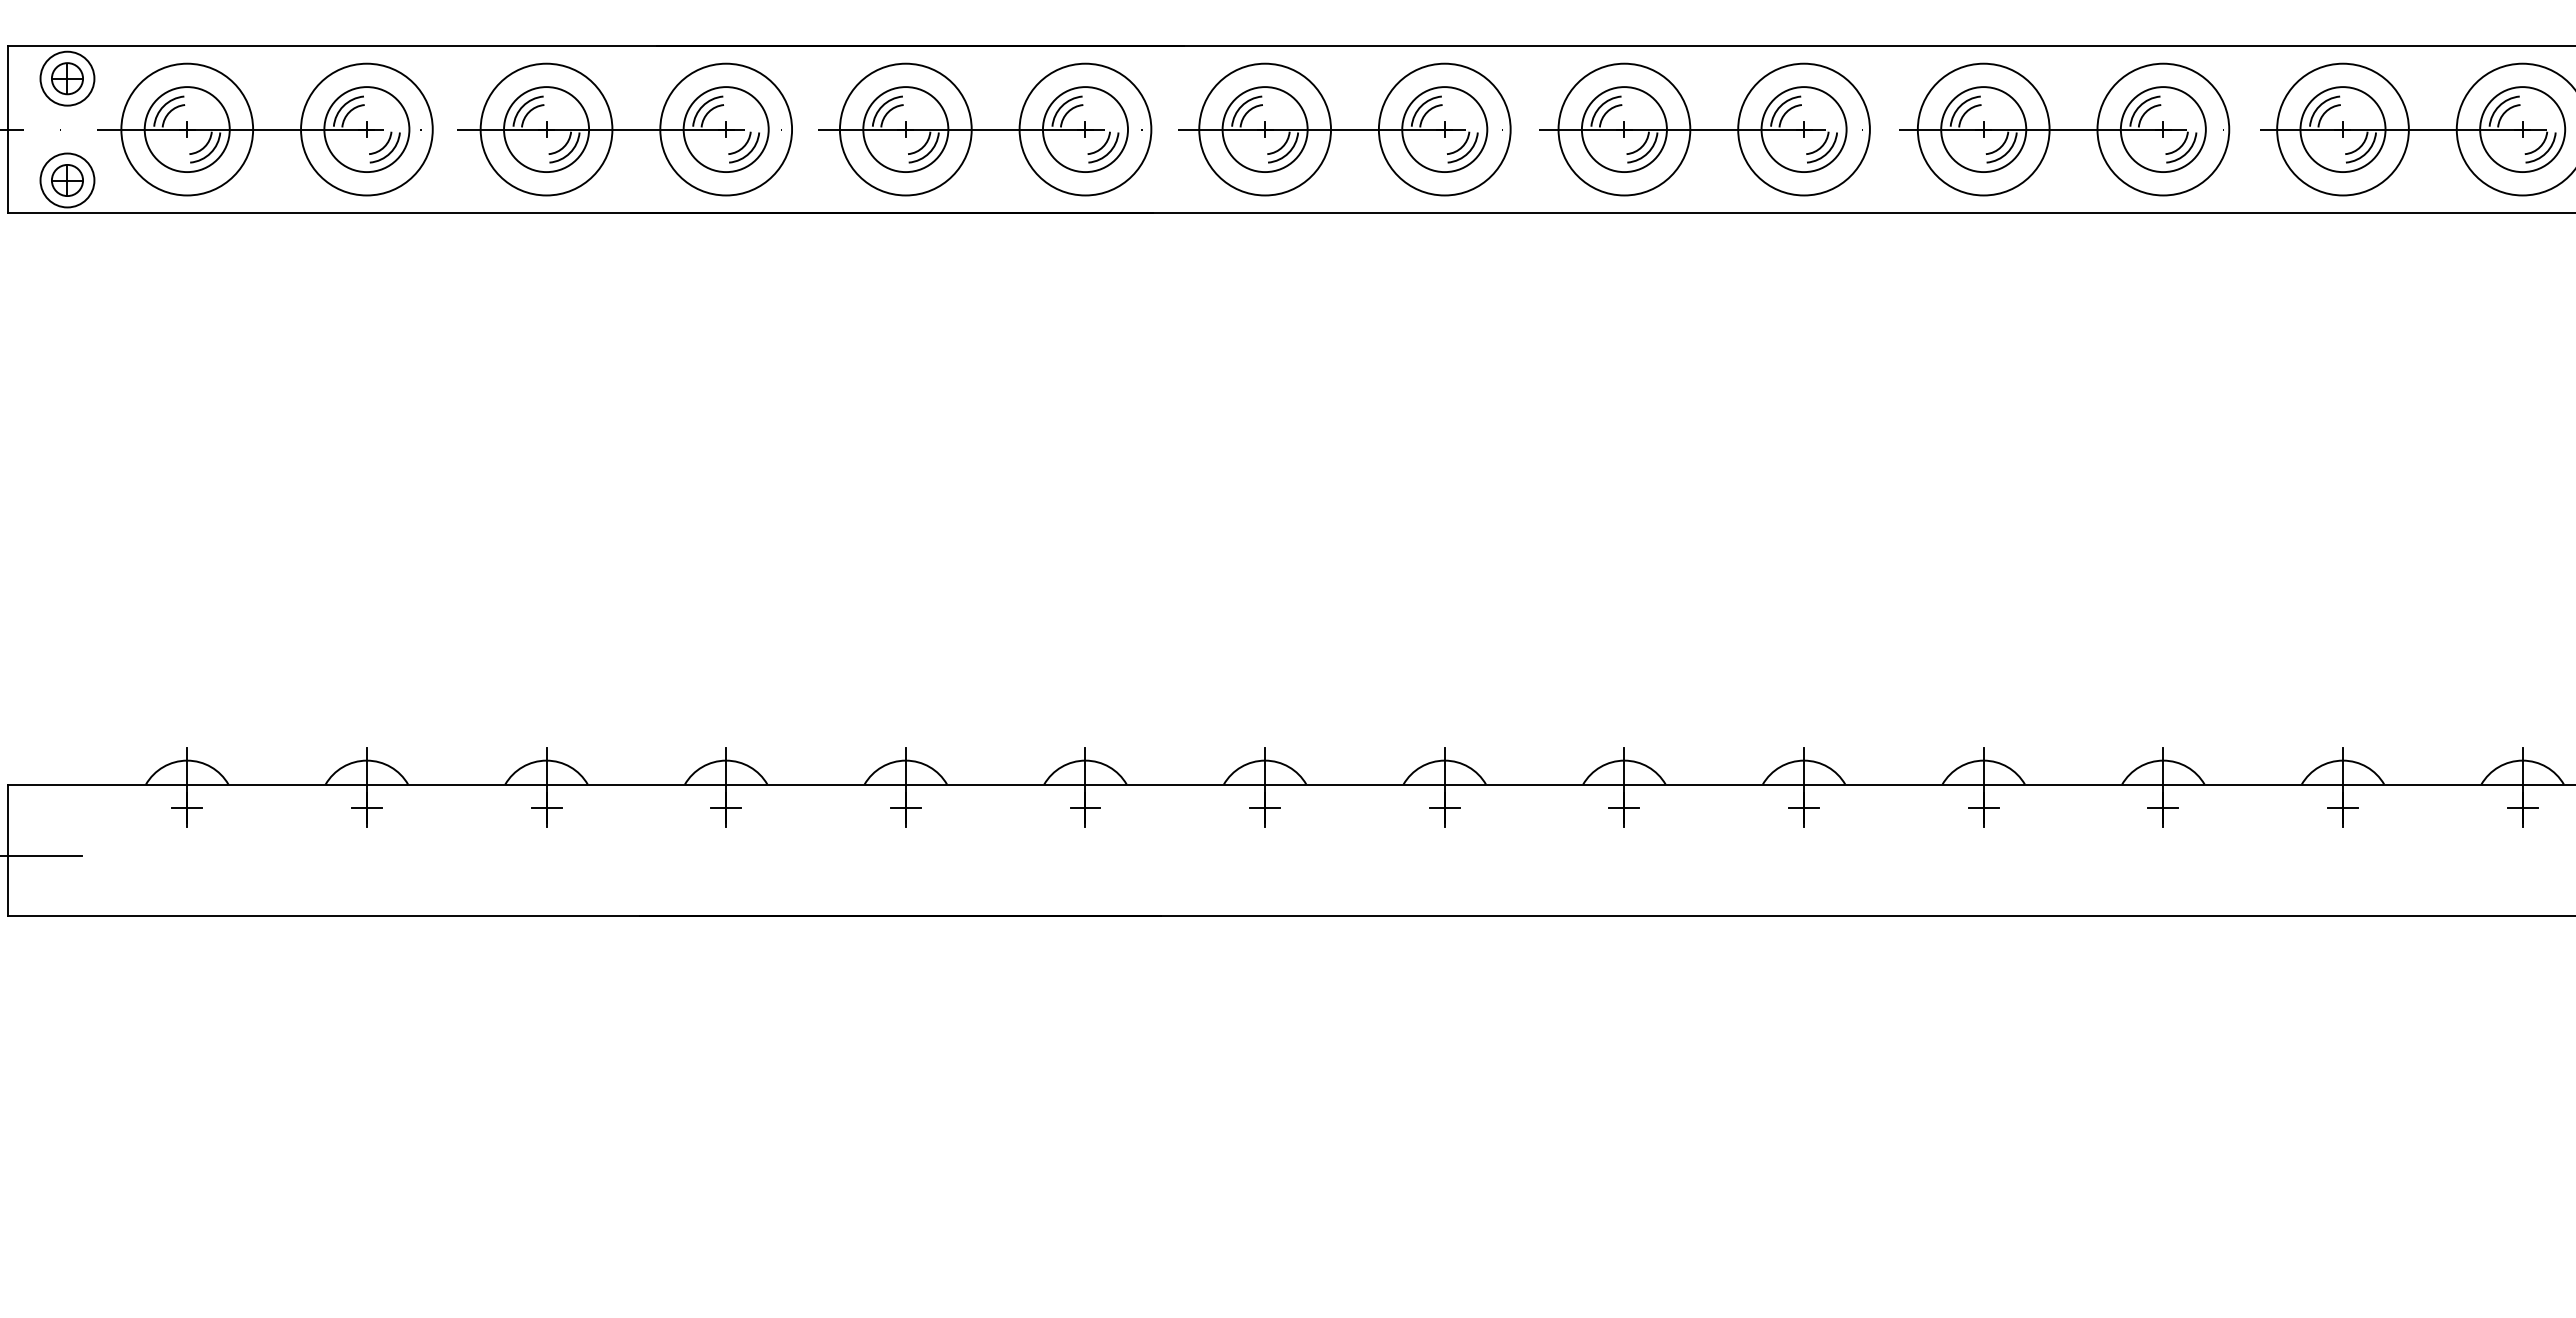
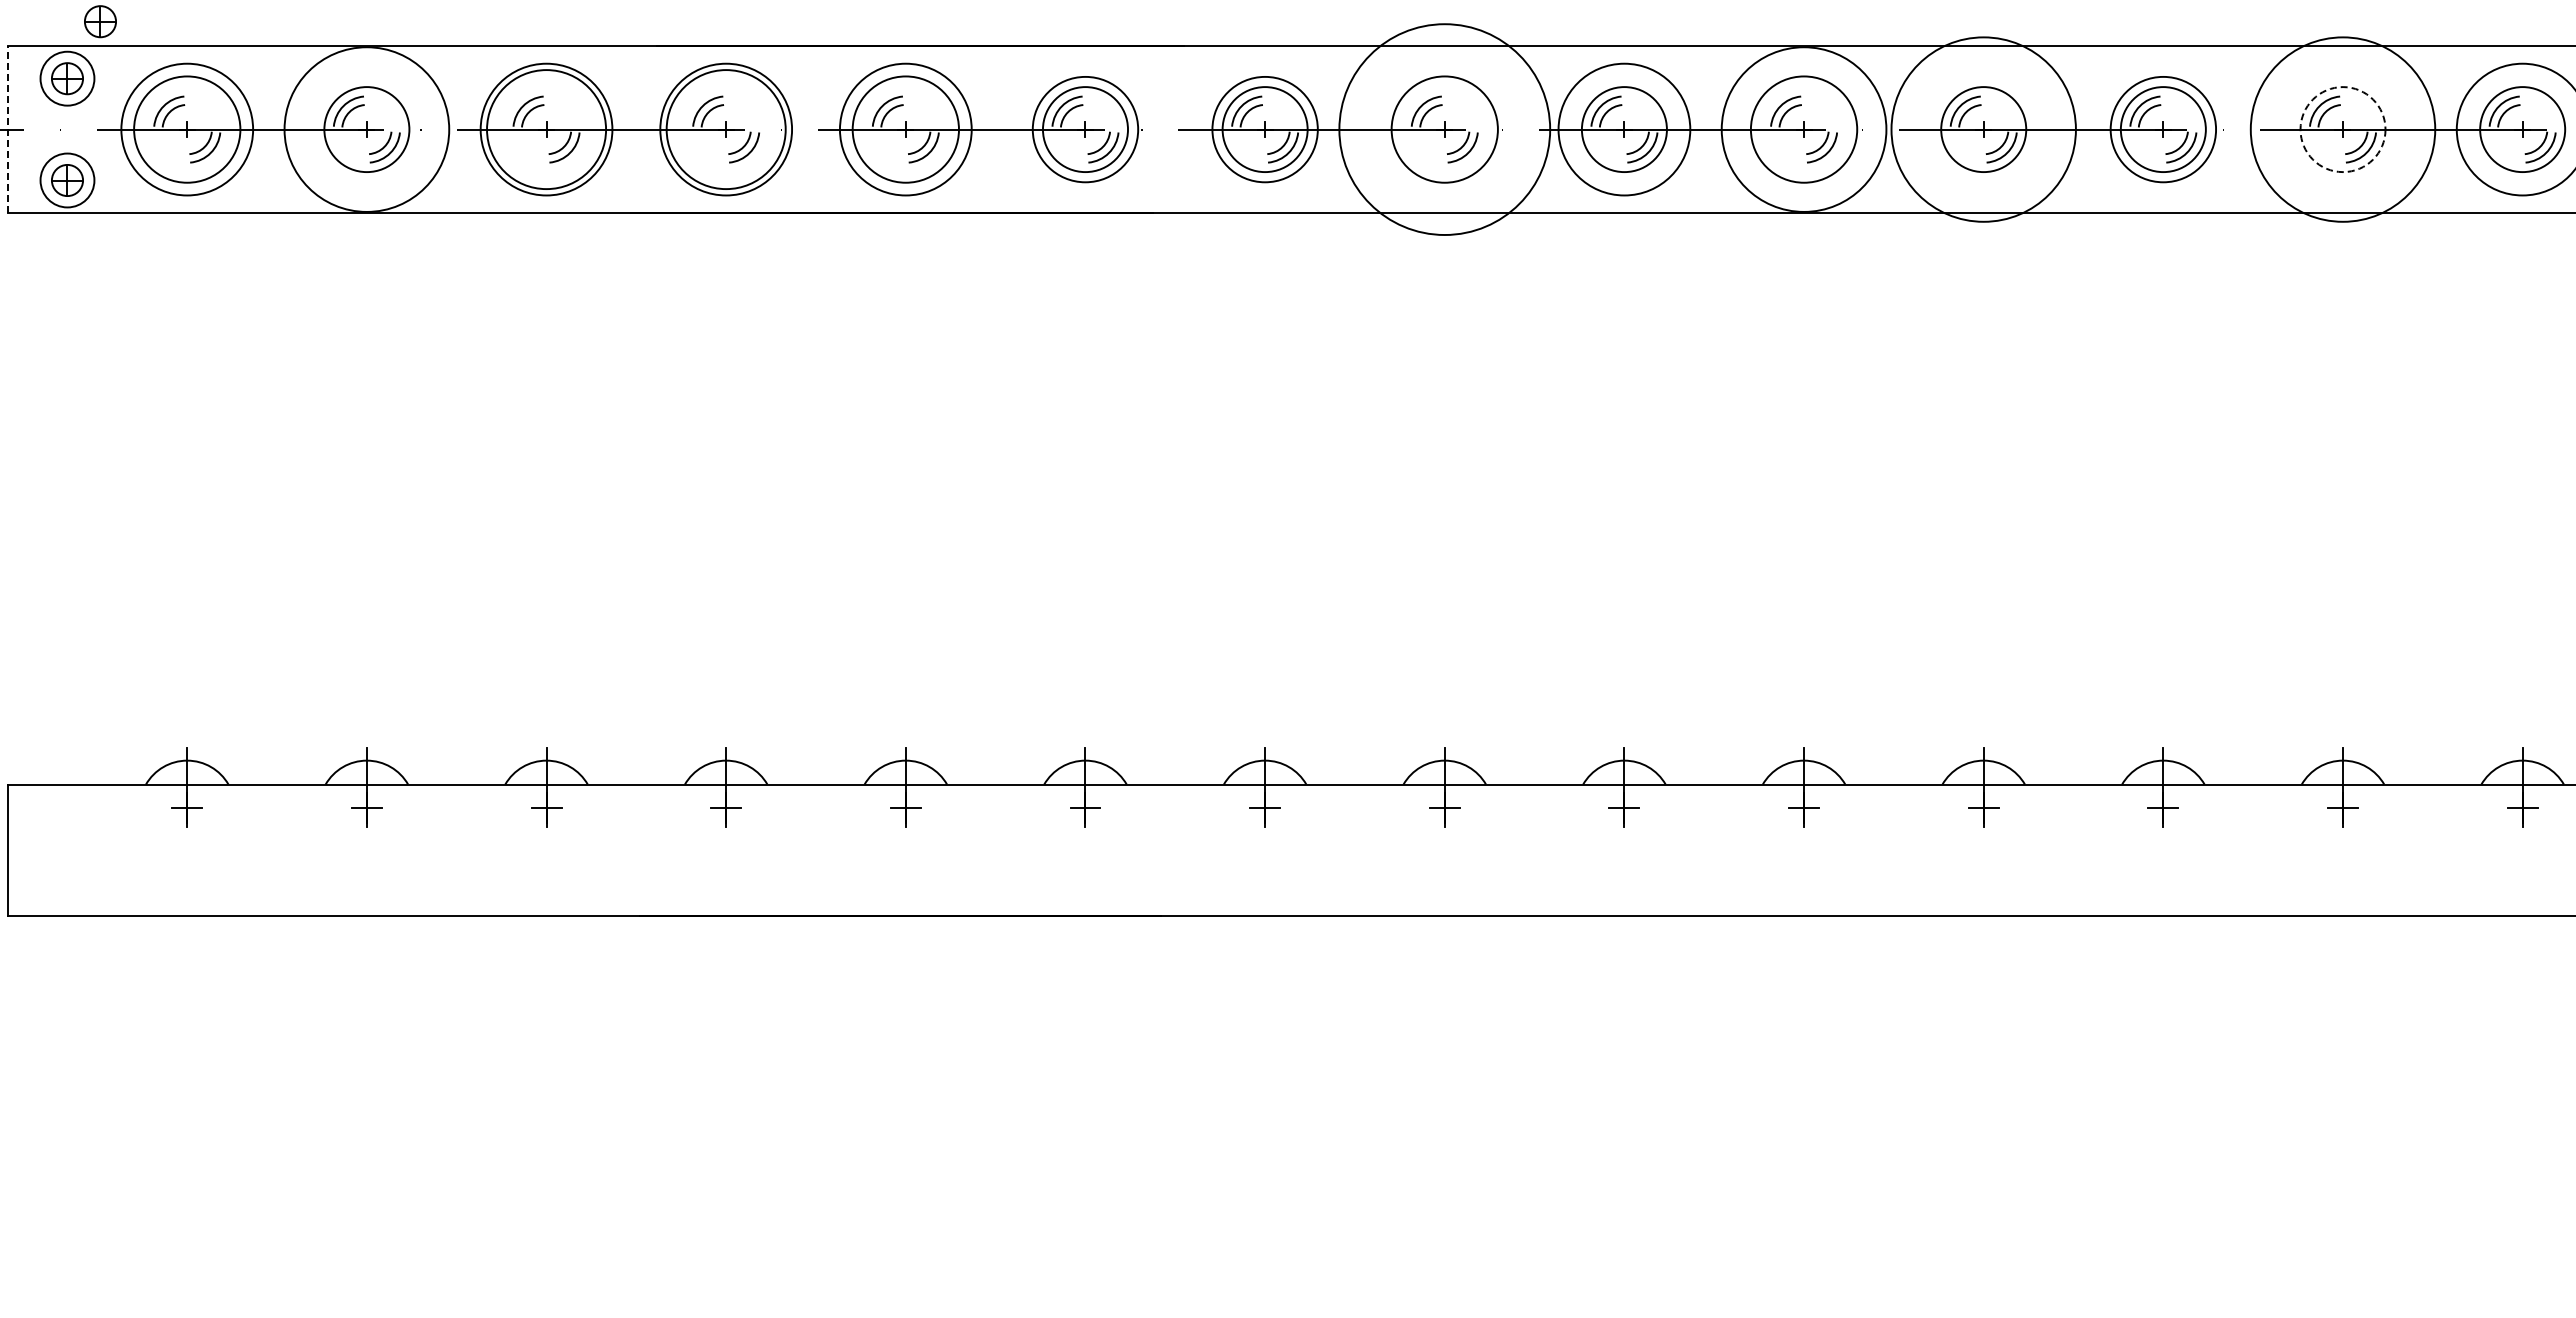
part at (100, 21): none -> present
line at (7, 129): solid -> dashed
circle at (186, 129) diameter: 85 px -> 106 px
circle at (366, 129) diameter: 132 px -> 165 px
circle at (546, 129) diameter: 85 px -> 119 px
circle at (725, 129) diameter: 85 px -> 119 px
circle at (905, 129) diameter: 85 px -> 106 px
circle at (1085, 129) diameter: 132 px -> 105 px
circle at (1265, 129) diameter: 132 px -> 105 px
circle at (1444, 129) diameter: 132 px -> 211 px
circle at (1444, 129) diameter: 85 px -> 106 px
circle at (1803, 129) diameter: 132 px -> 165 px
circle at (1803, 129) diameter: 85 px -> 106 px
circle at (1983, 129) diameter: 132 px -> 184 px
circle at (2163, 129) diameter: 132 px -> 105 px
circle at (2342, 129) diameter: 132 px -> 184 px
circle at (2342, 129): solid -> dashed
line at (42, 856): present -> none
